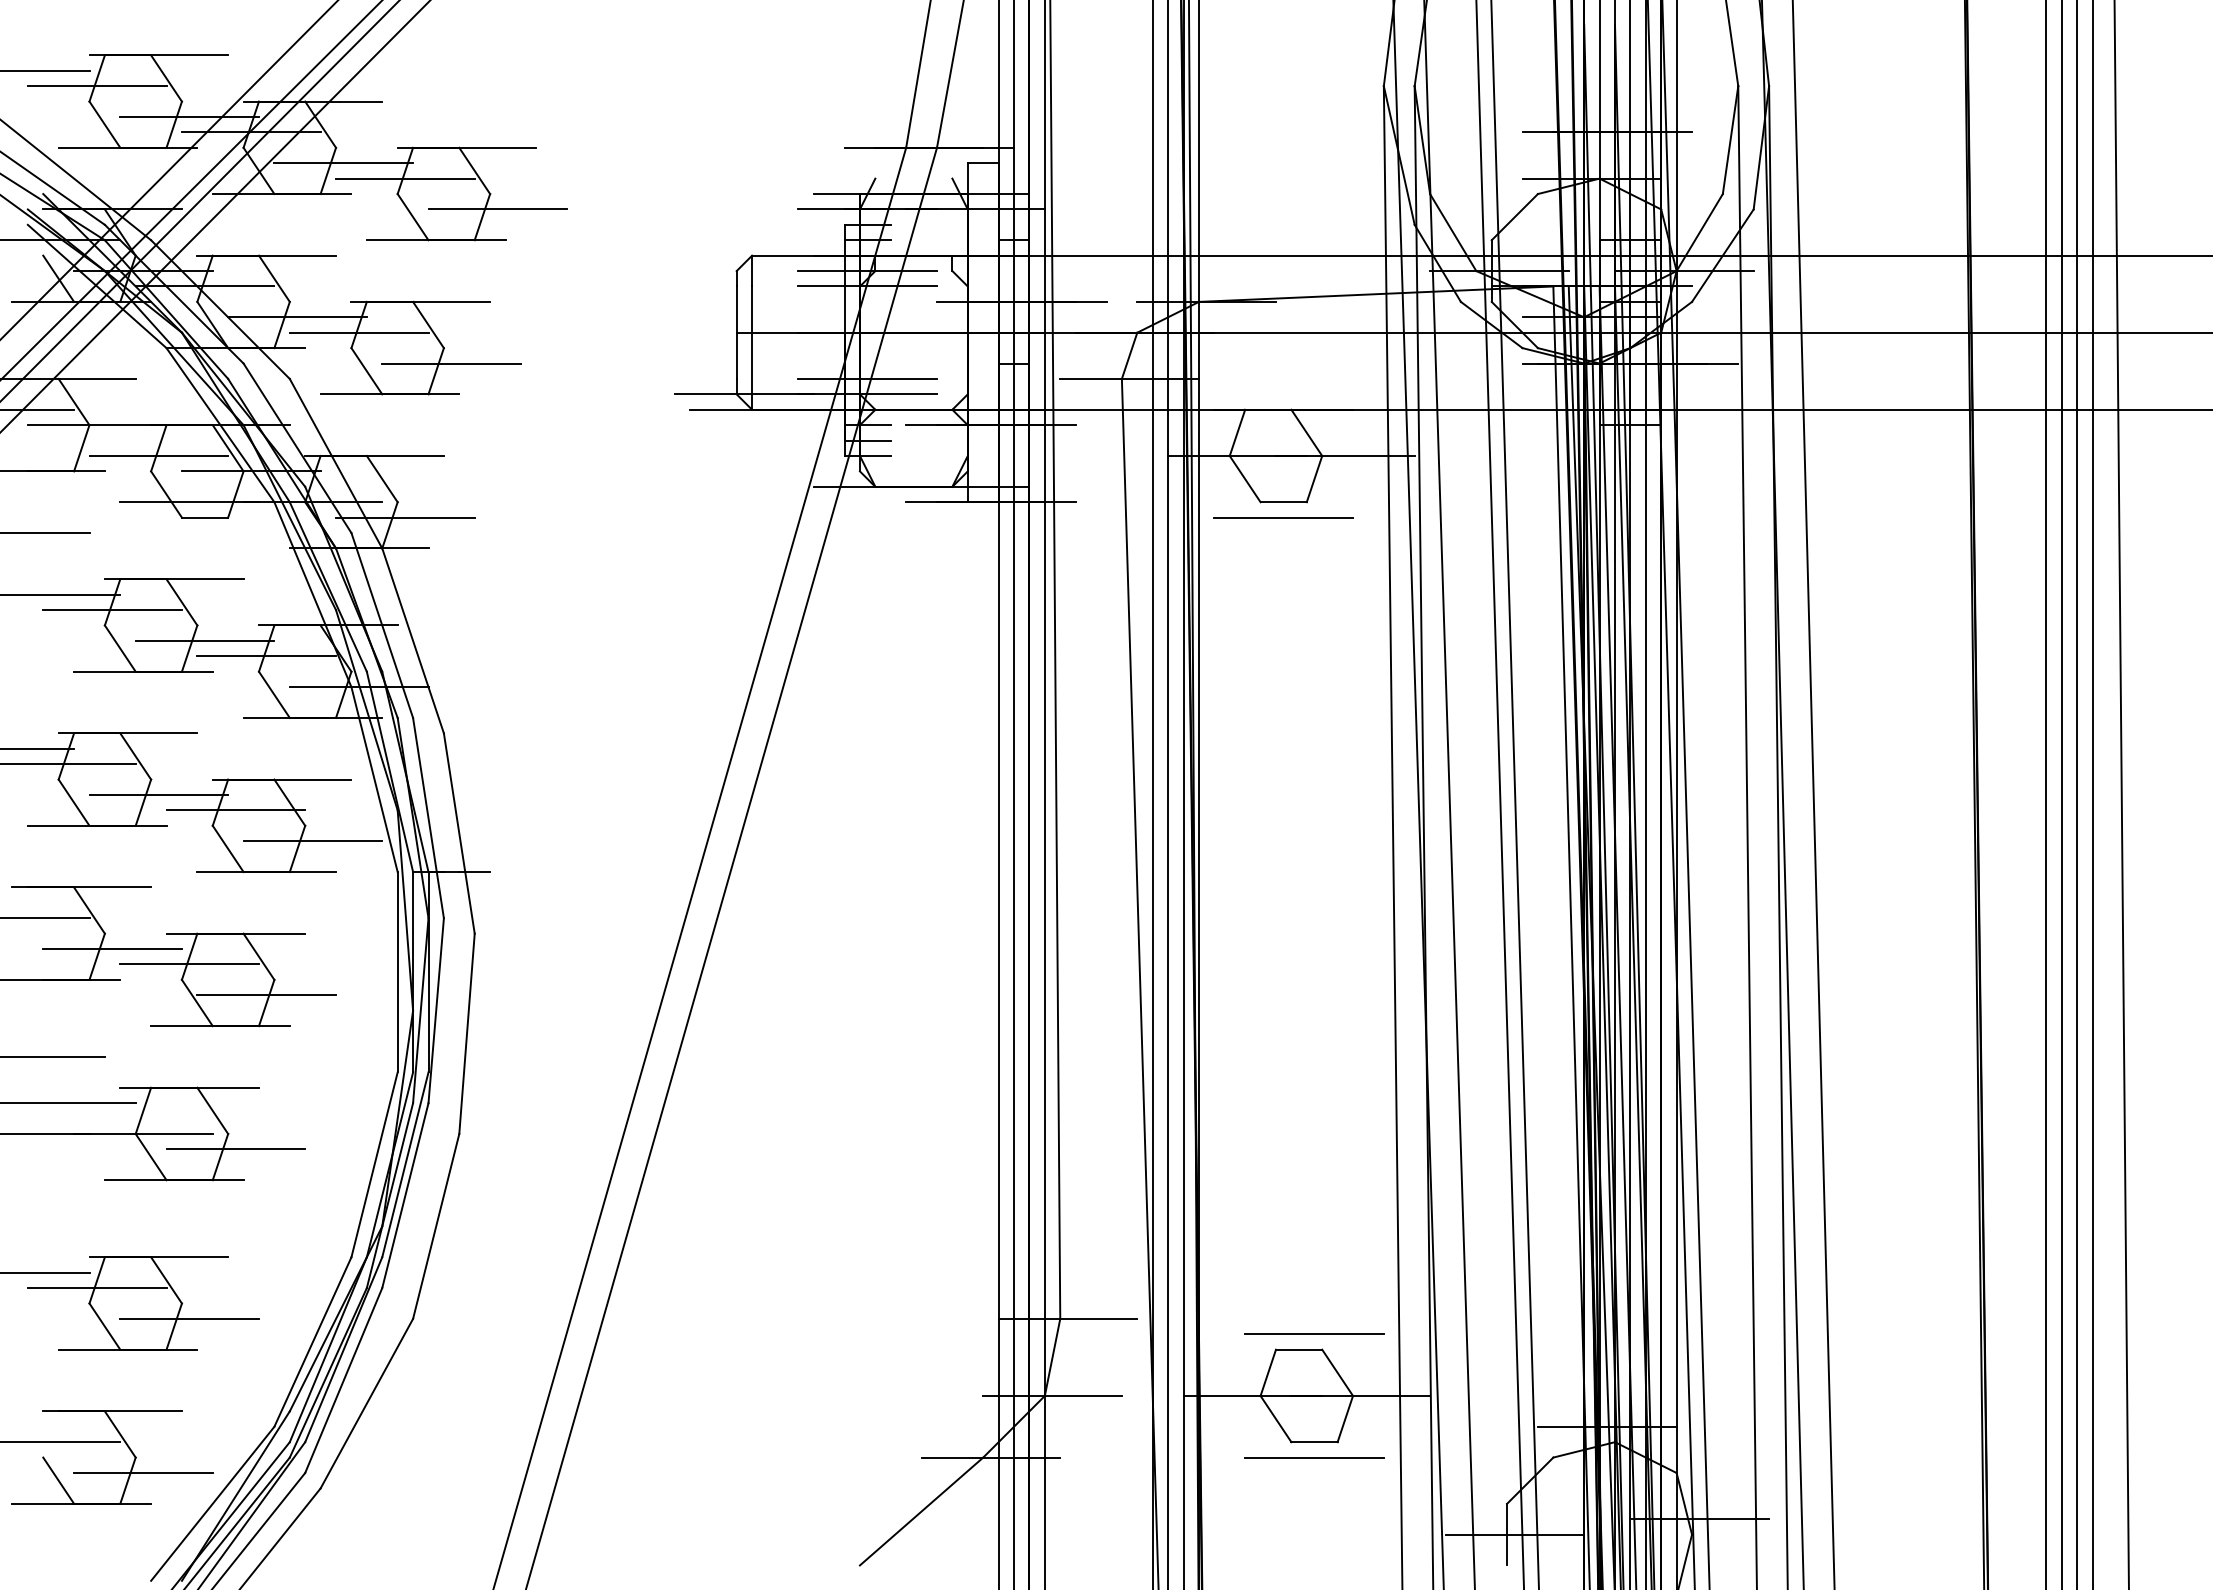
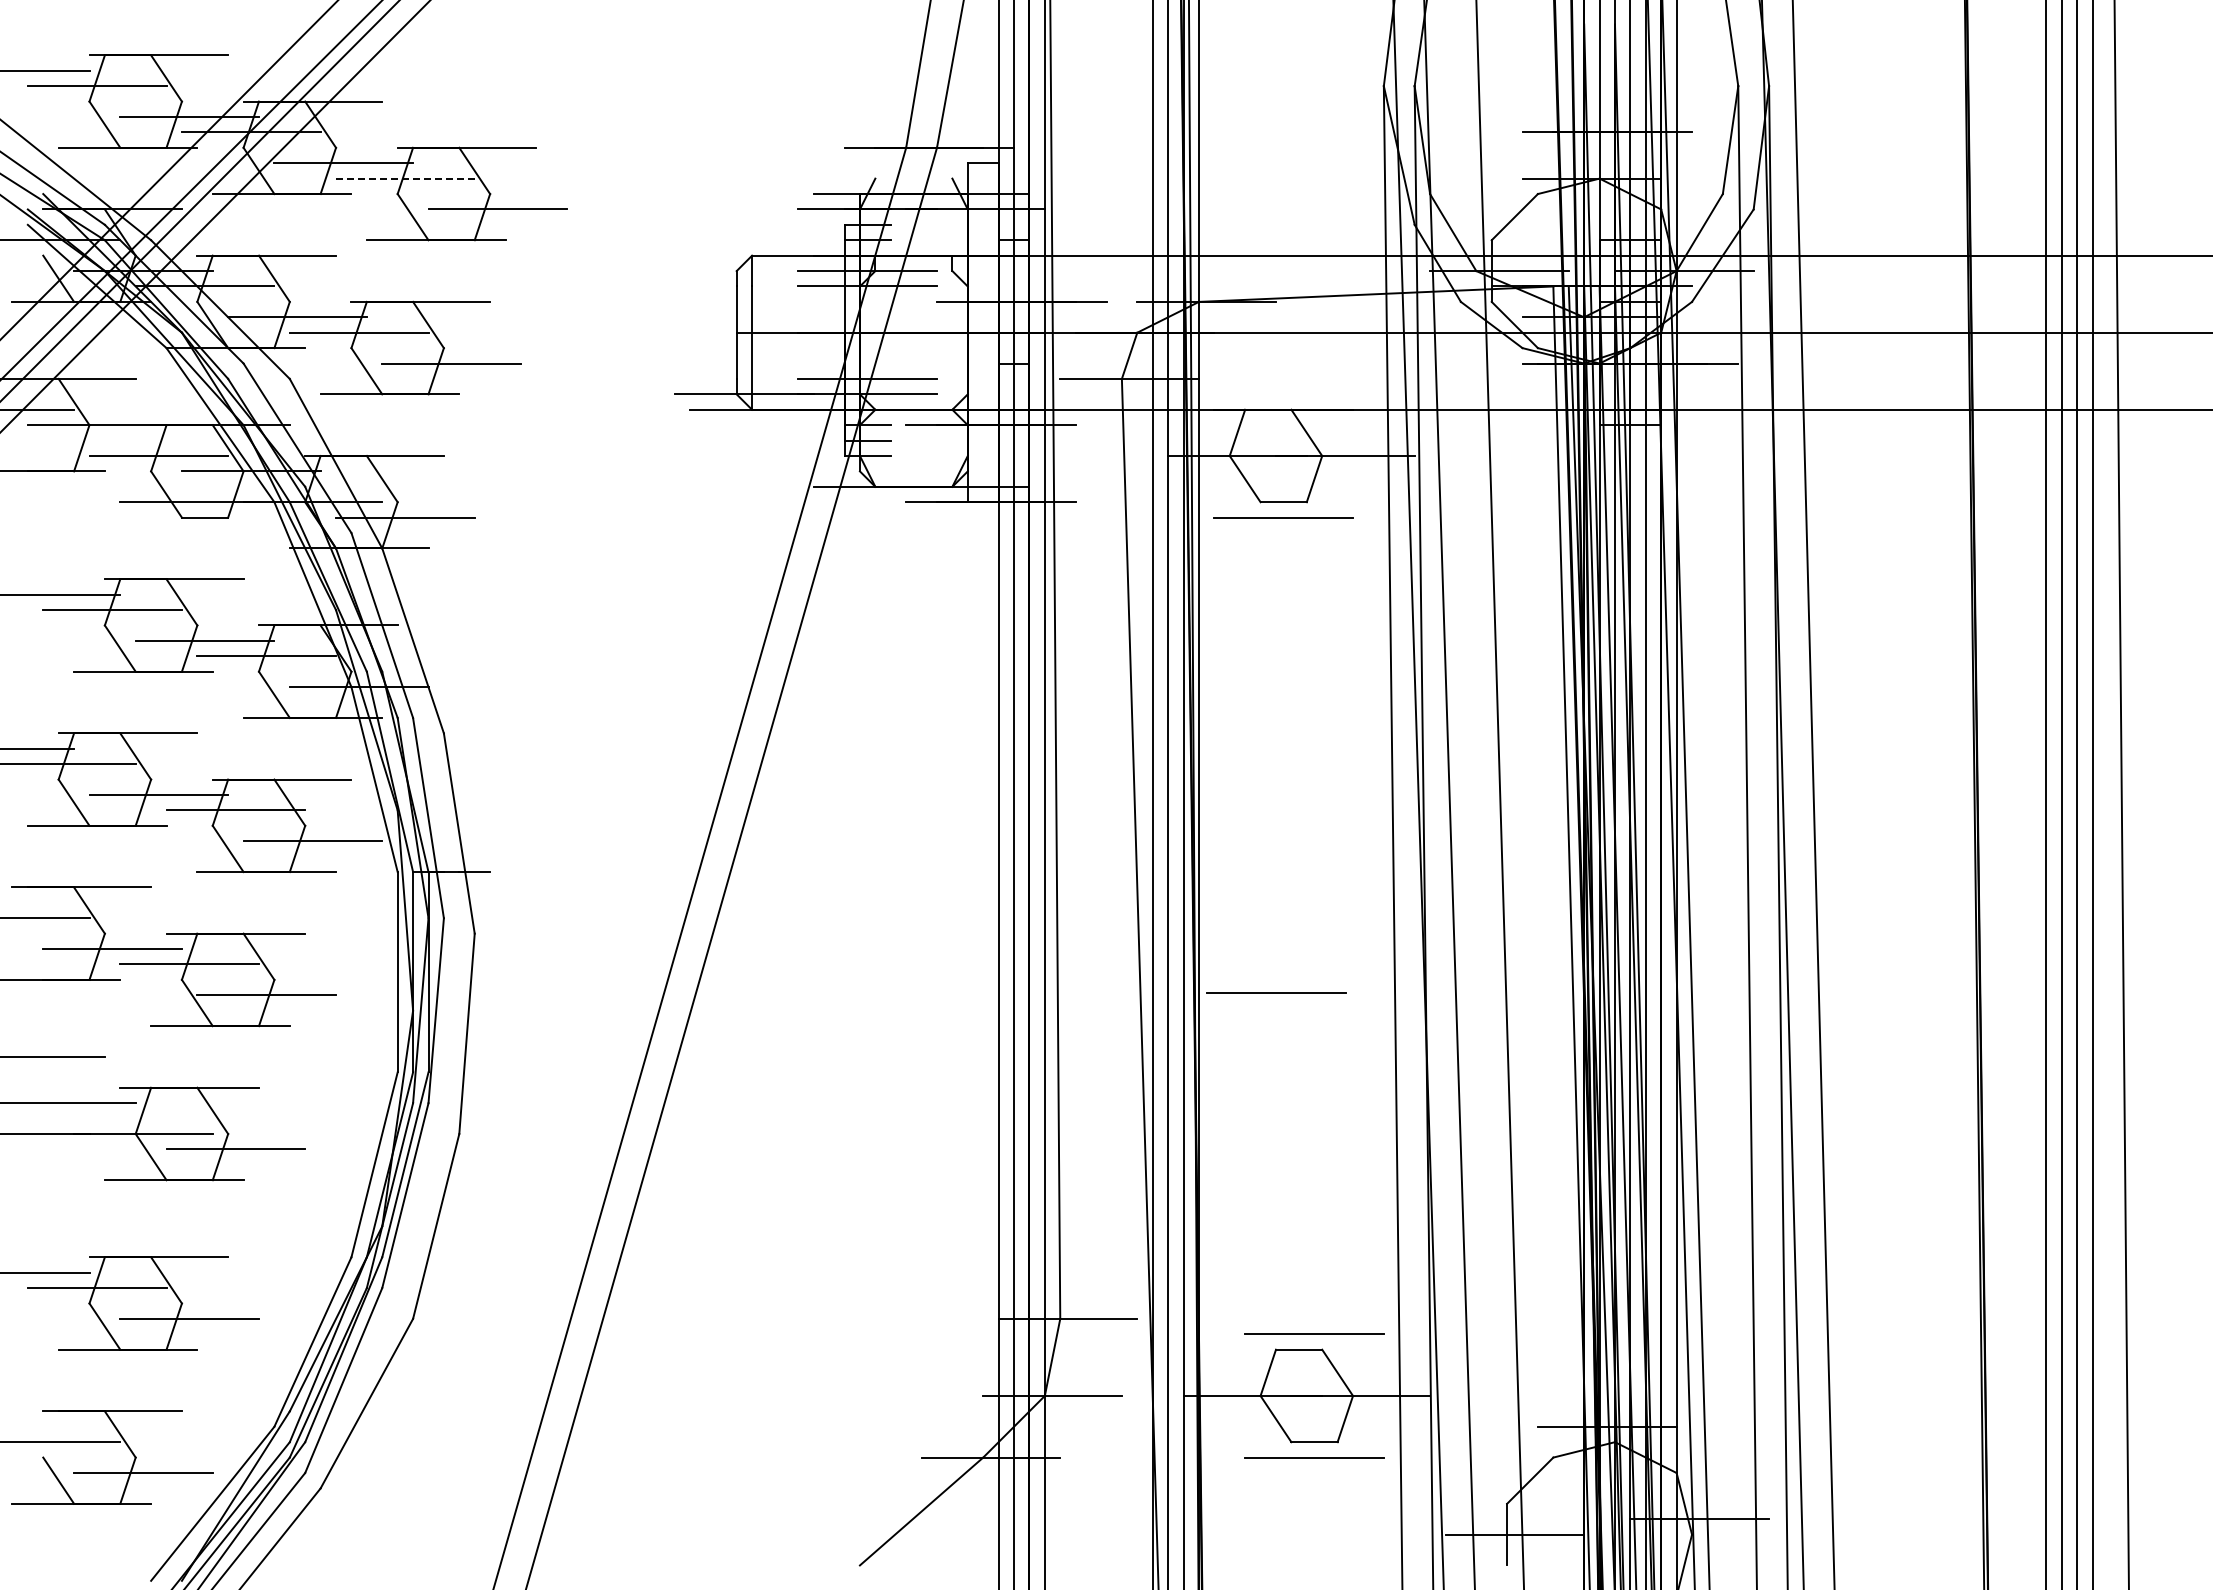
line at (405, 178): solid -> dashed
line at (45, 533): present -> none
line at (1514, 794): present -> none
line at (1276, 992): none -> present
